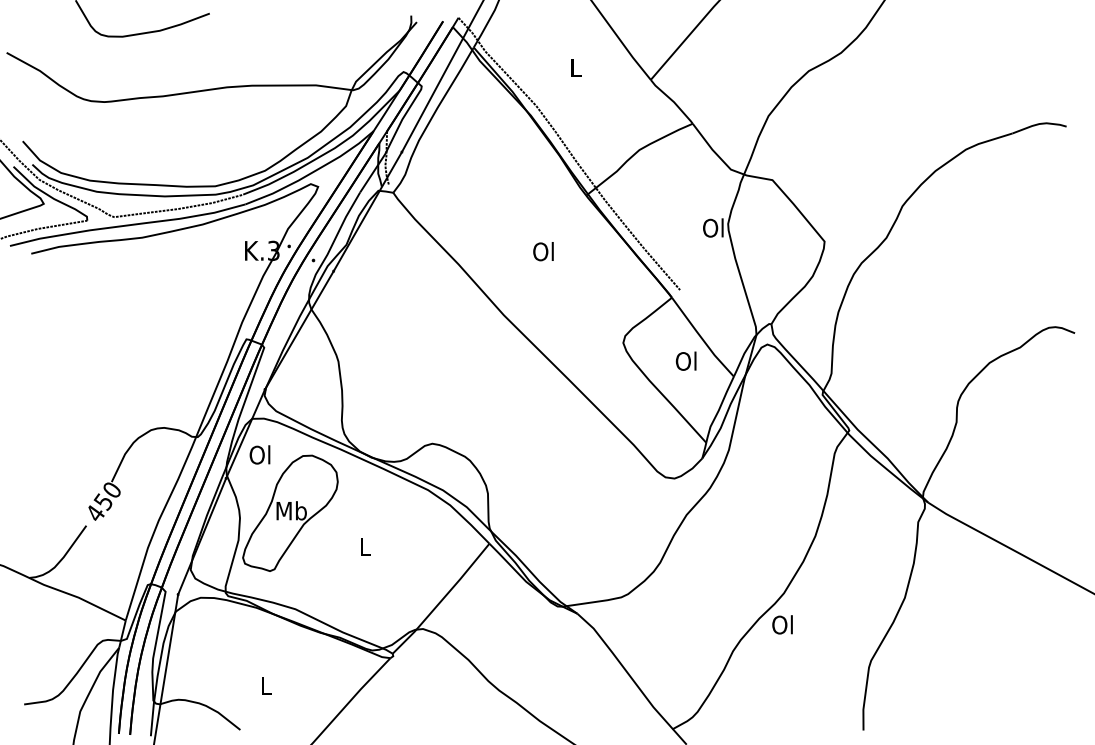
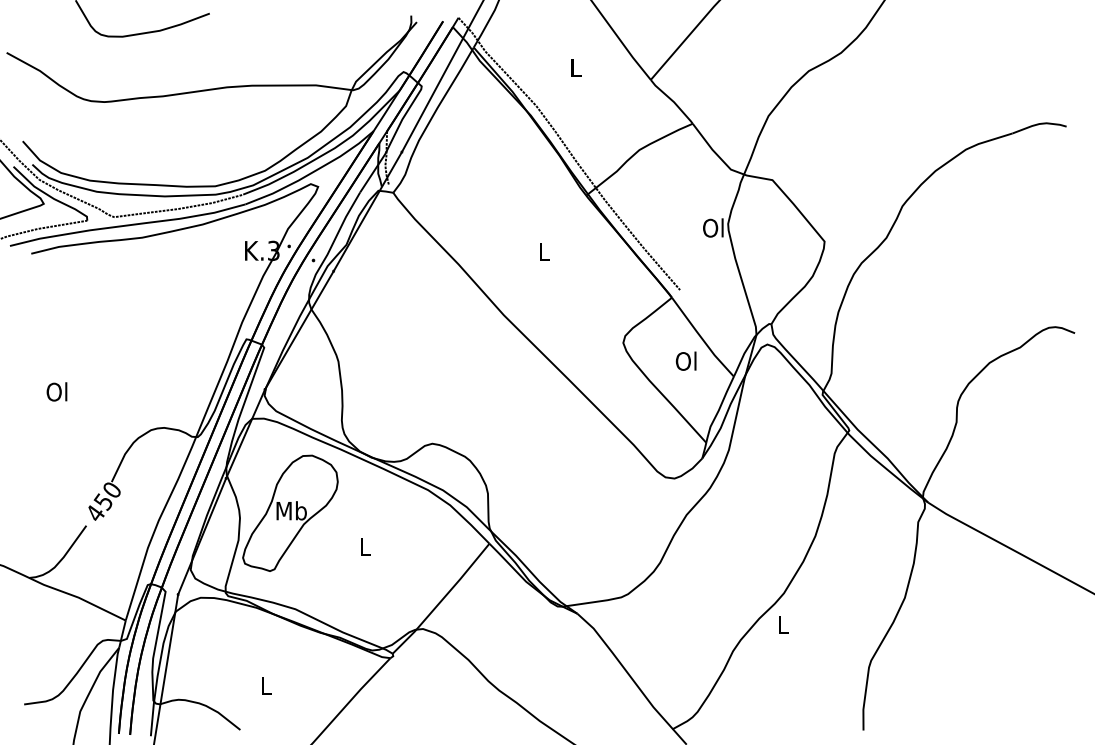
text at (543, 251): Ol -> L
text at (259, 454) position: (259, 454) -> (56, 391)
text at (782, 624): Ol -> L
